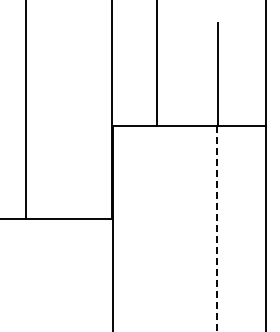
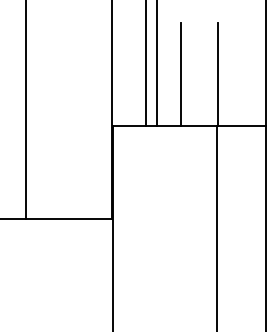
line at (145, 63): none -> present
line at (181, 74): none -> present
line at (216, 228): dashed -> solid
